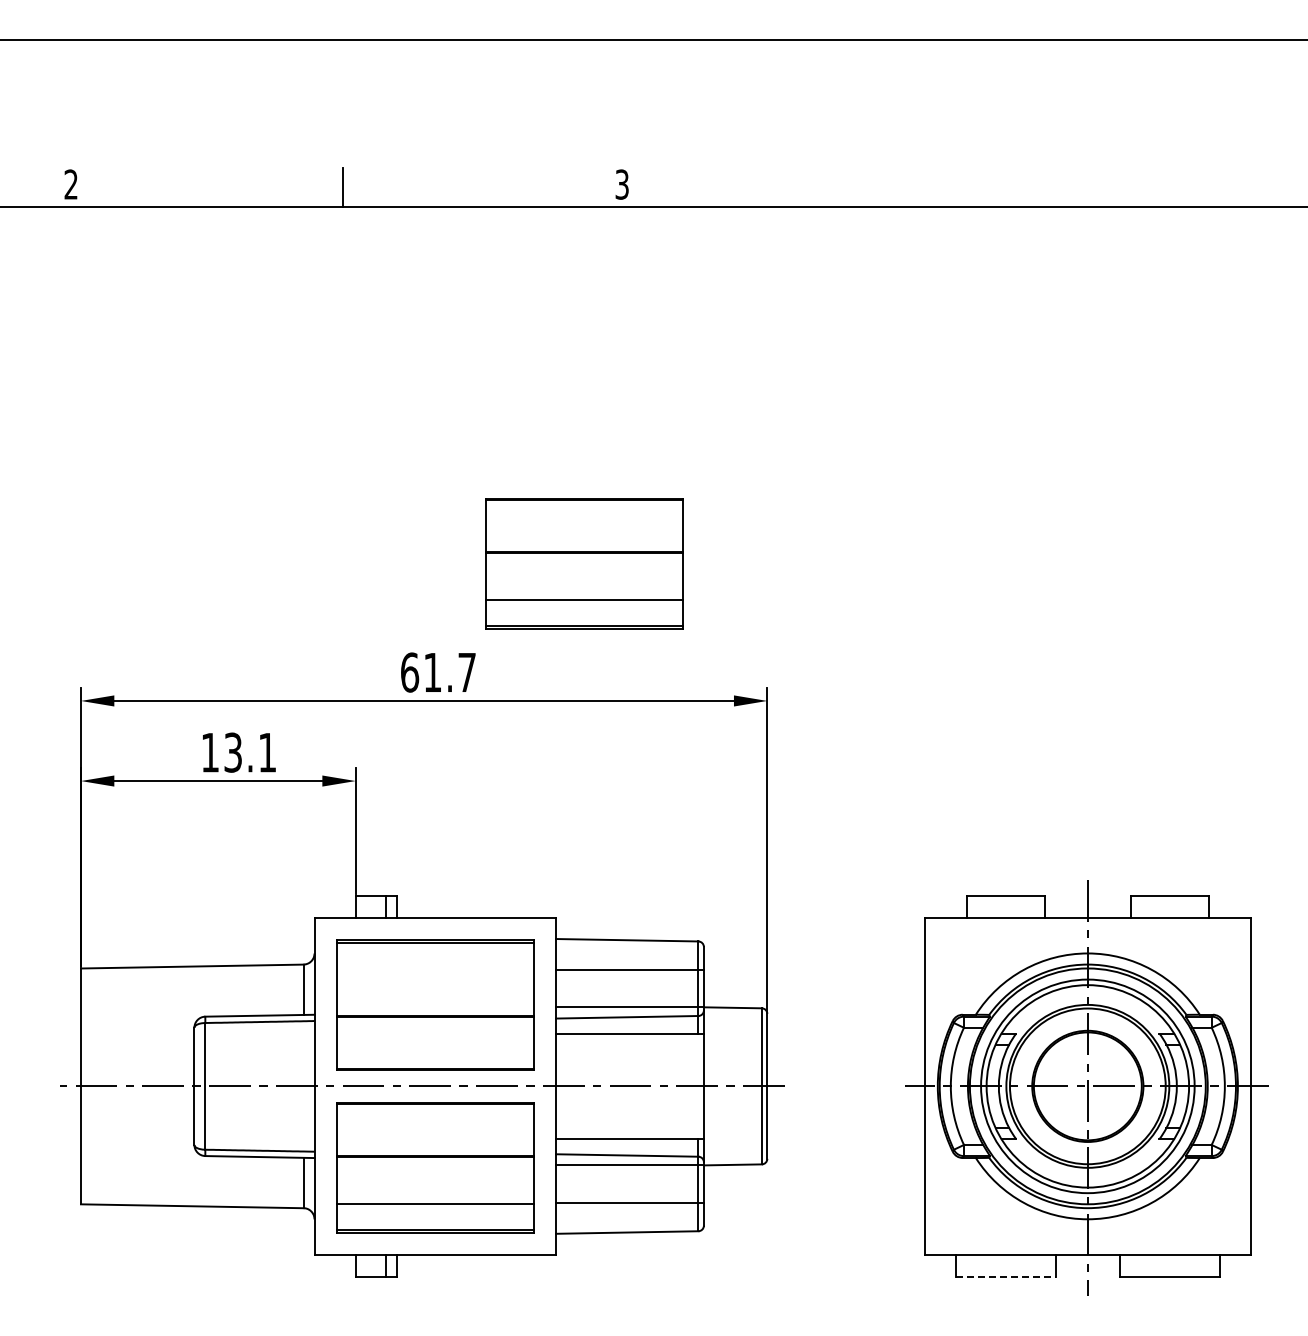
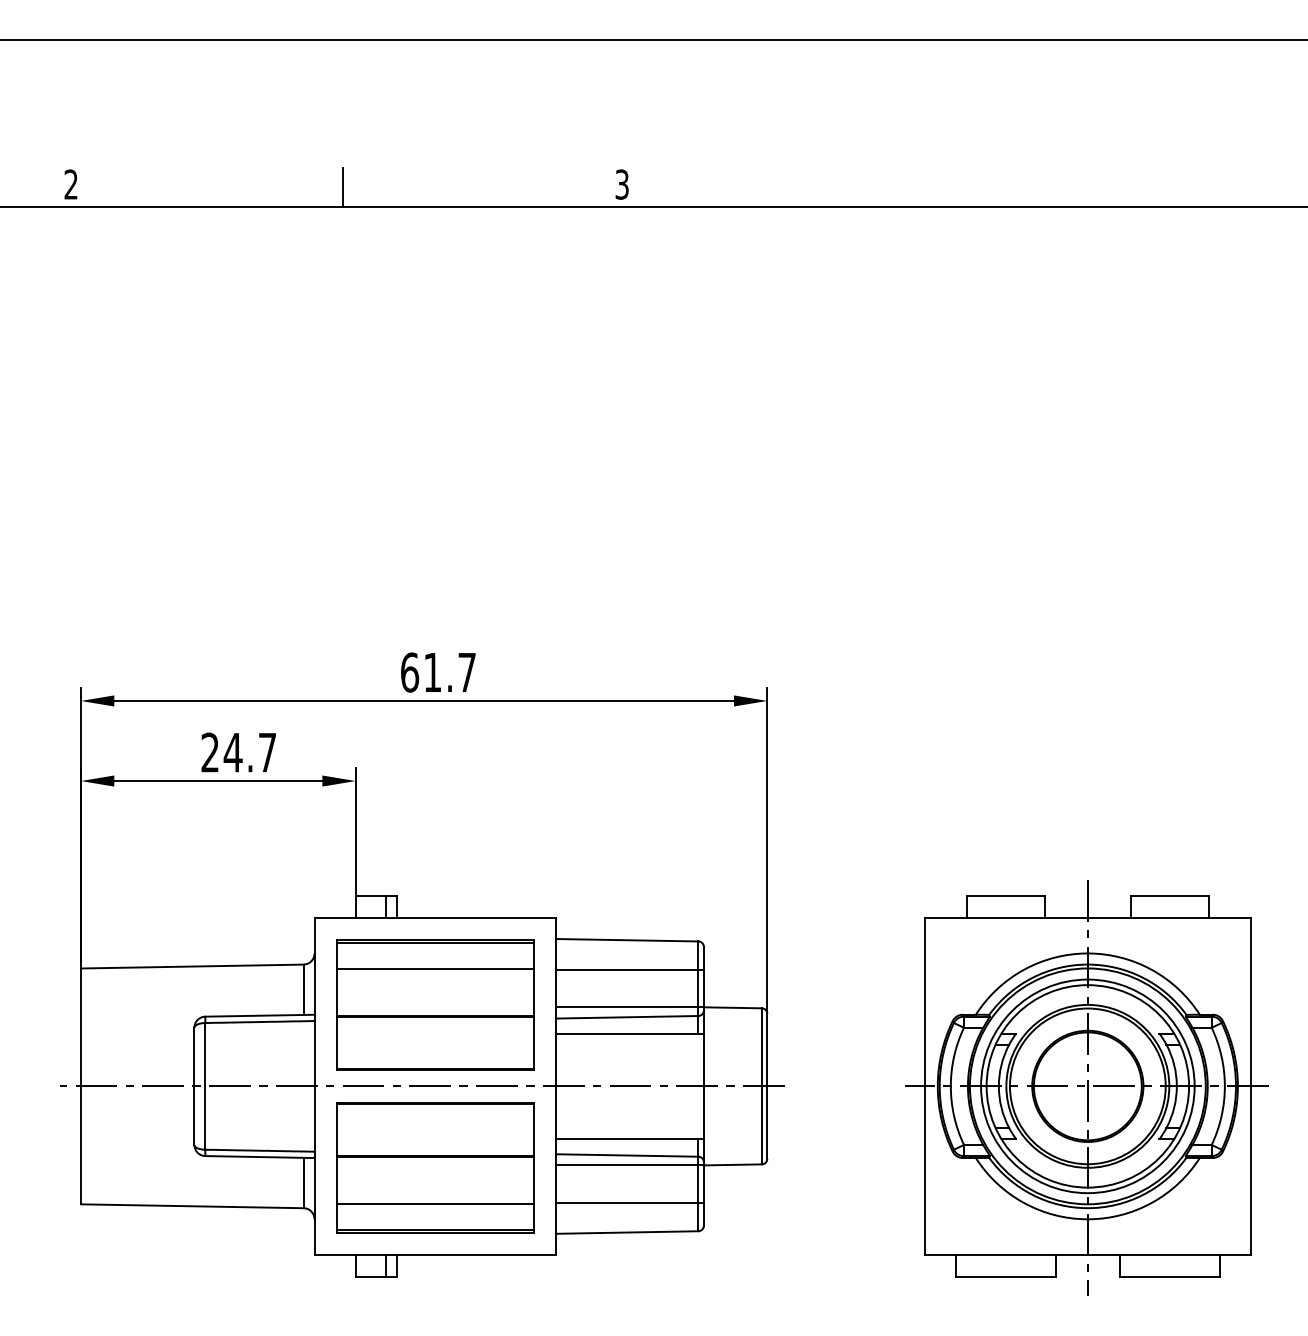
part at (584, 563): present -> none
text at (238, 752): 13.1 -> 24.7
line at (434, 968): none -> present
line at (1006, 1276): dashed -> solid
